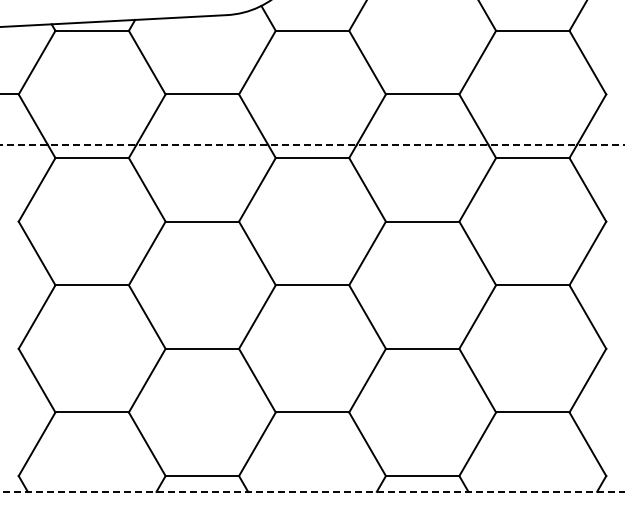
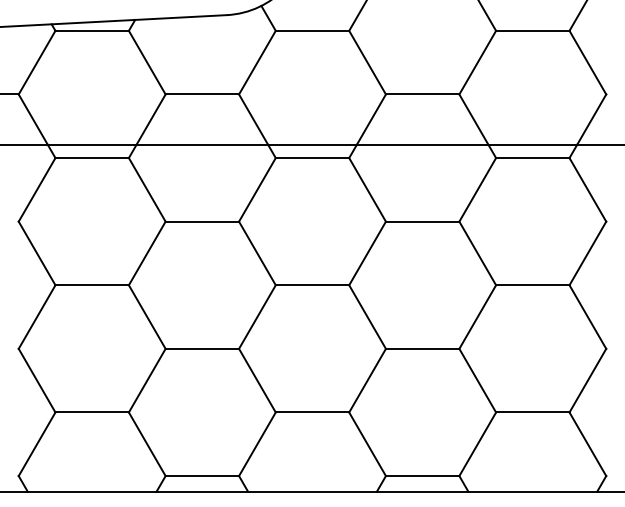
line at (312, 144): dashed -> solid
line at (312, 491): dashed -> solid
